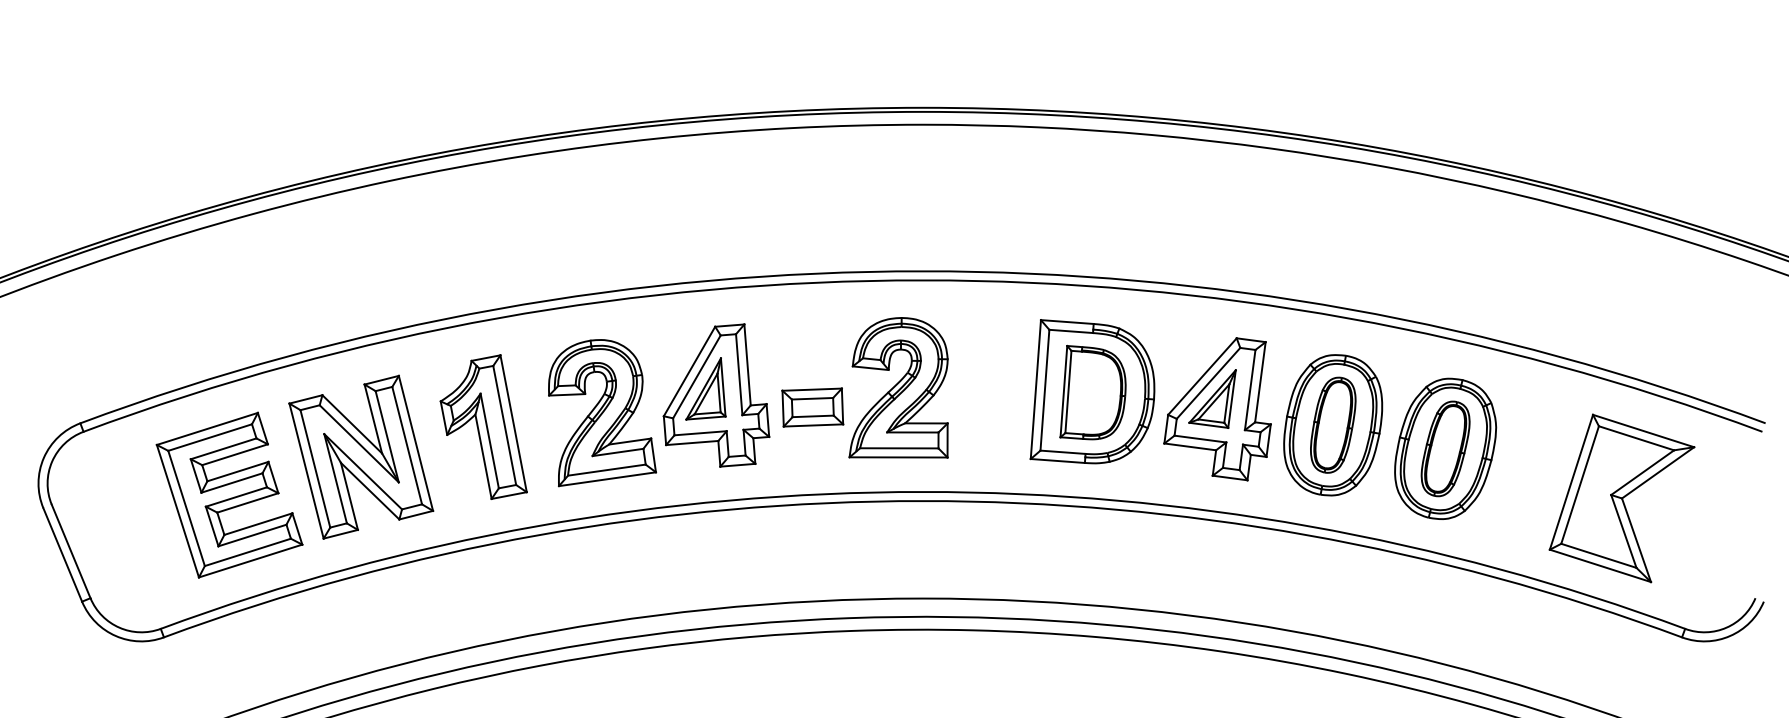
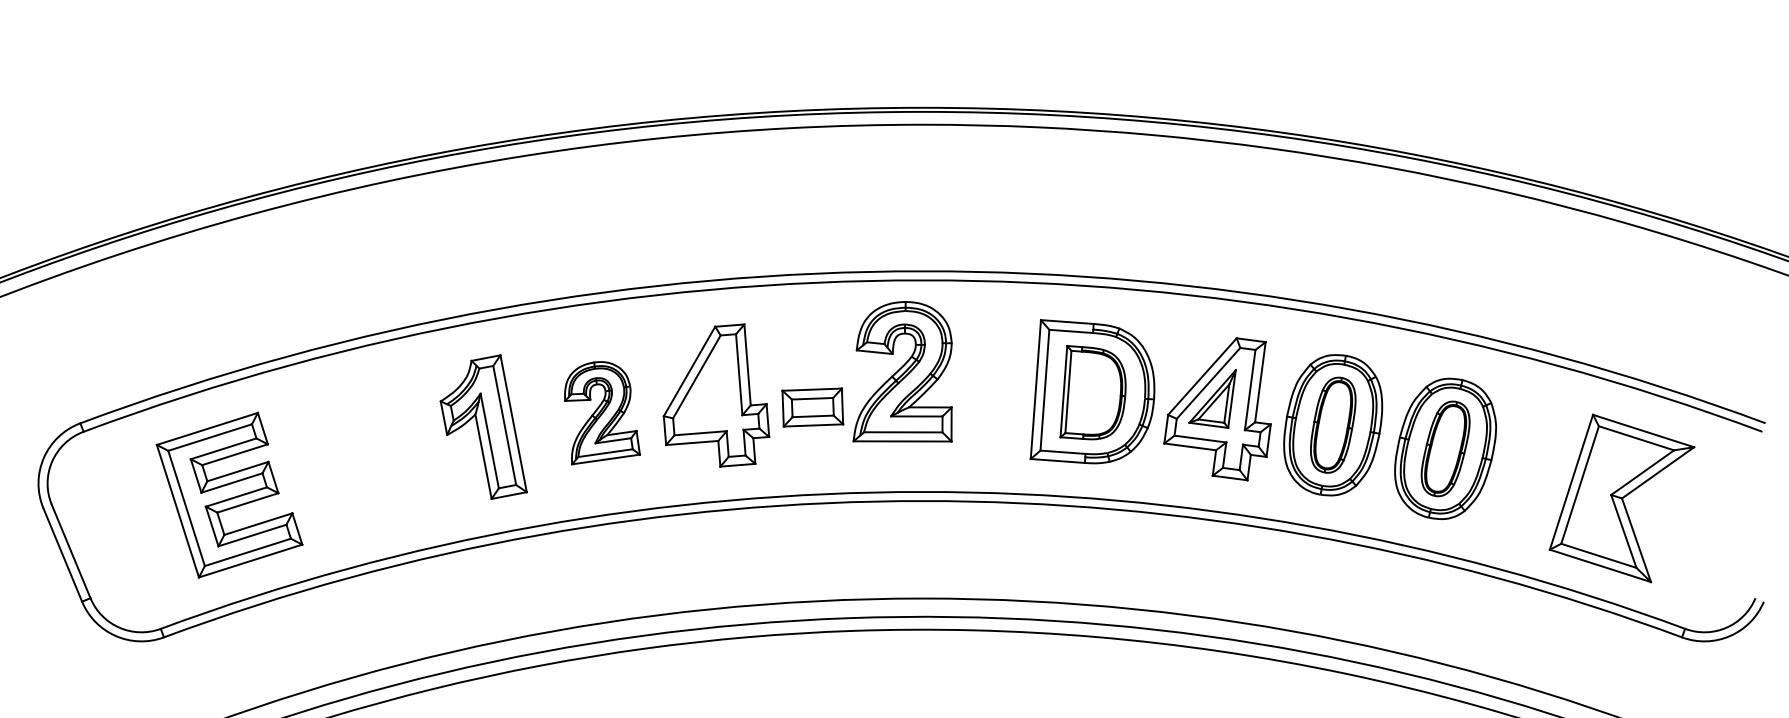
part at (898, 387) position: (898, 387) -> (902, 371)
part at (705, 388): present -> none
part at (602, 413) size: 109x149 px -> 77x105 px
part at (361, 456): present -> none
